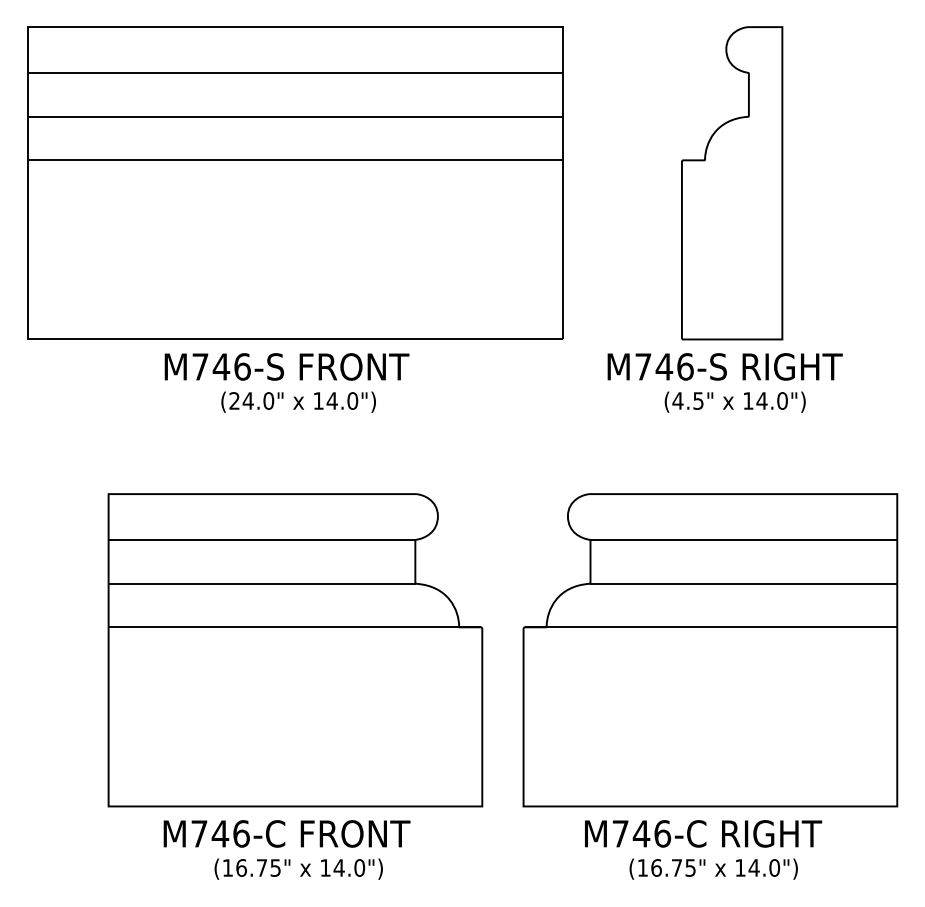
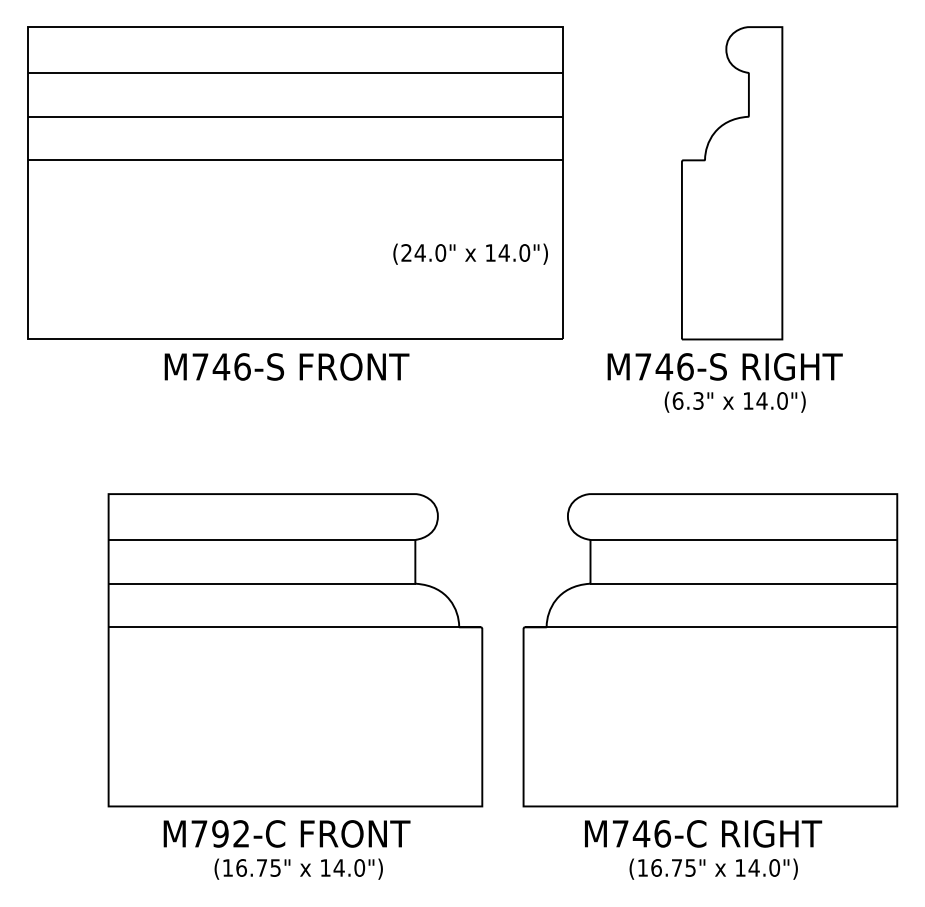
text at (687, 400): (4.5" -> (6.3"
text at (298, 401) position: (298, 401) -> (470, 253)
text at (230, 833): M746-C -> M792-C
